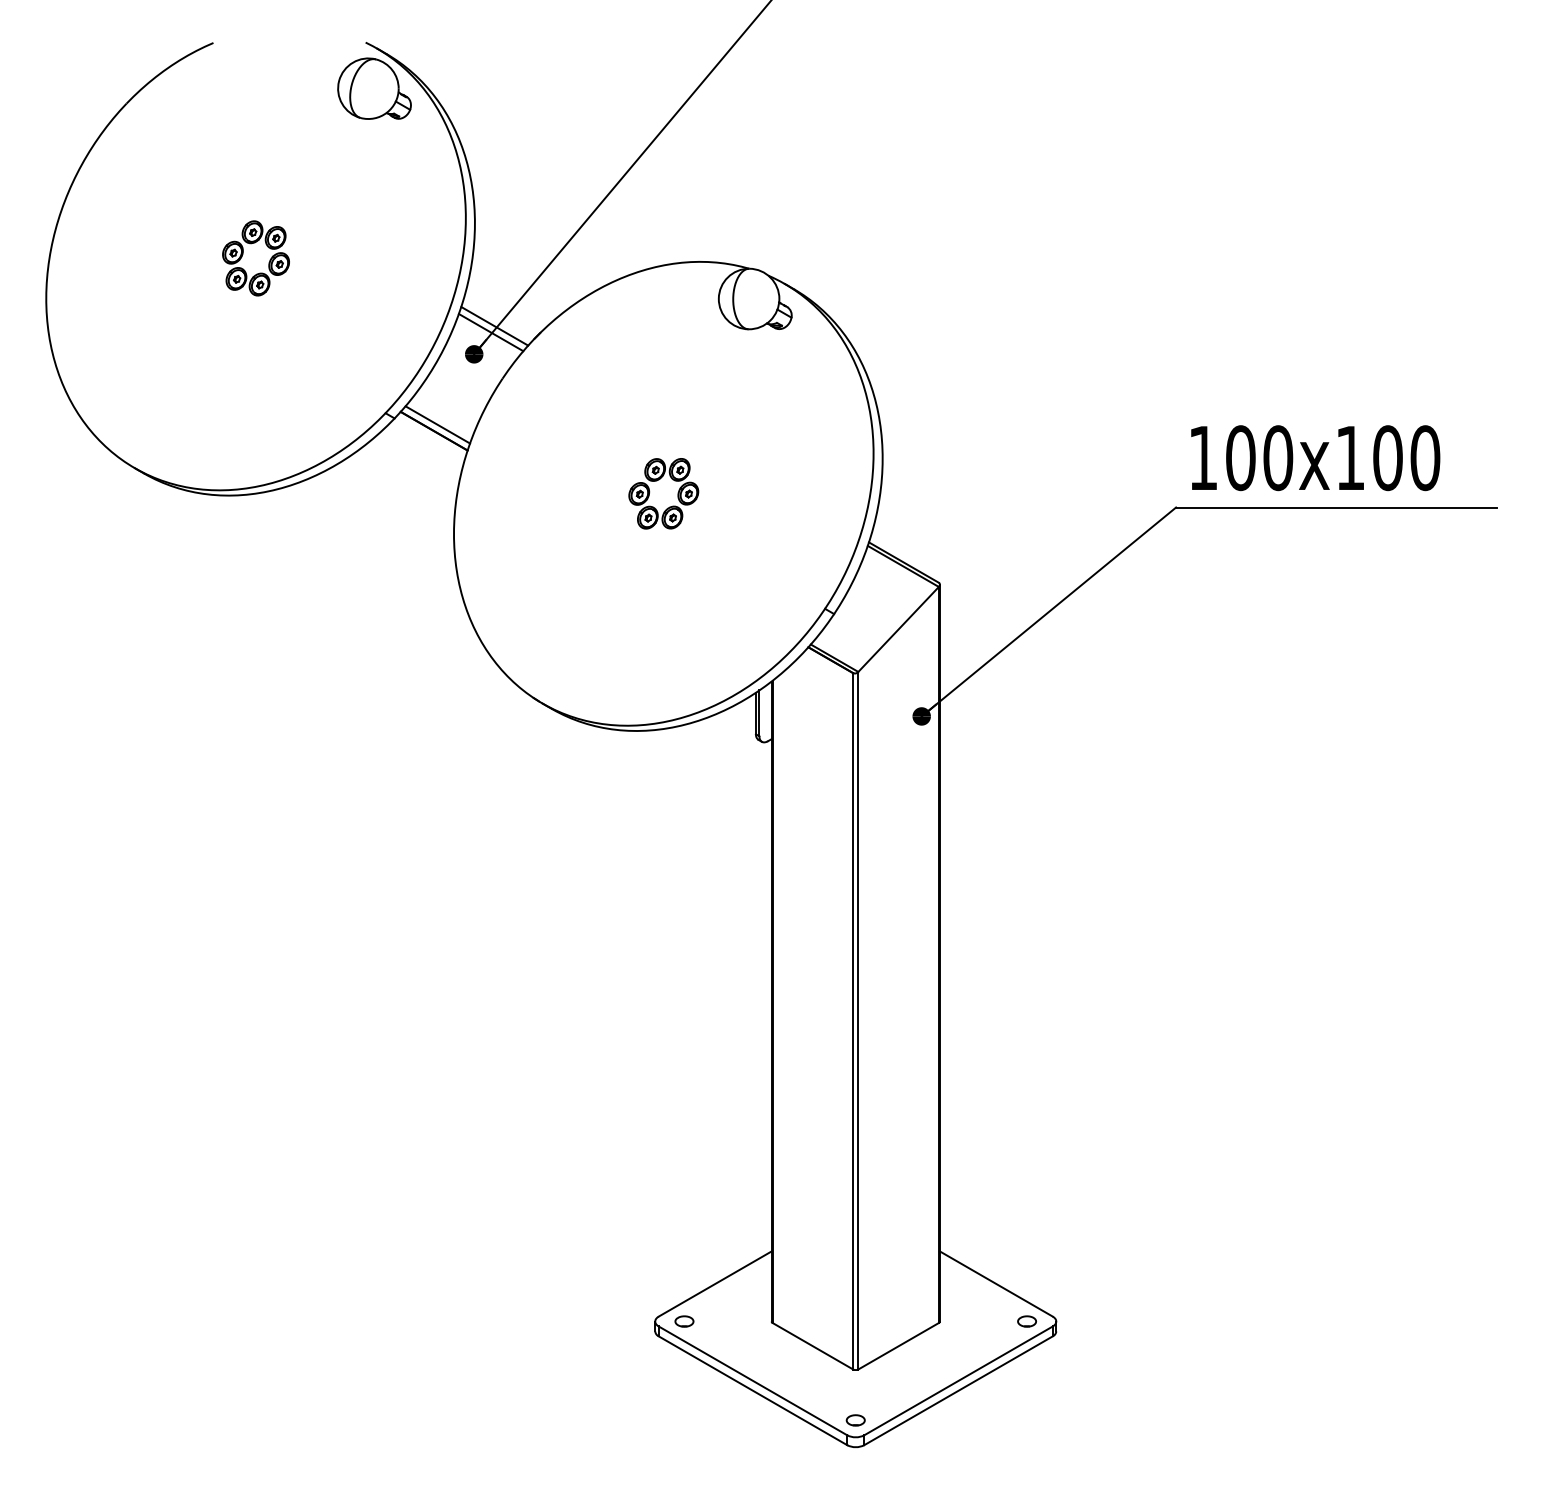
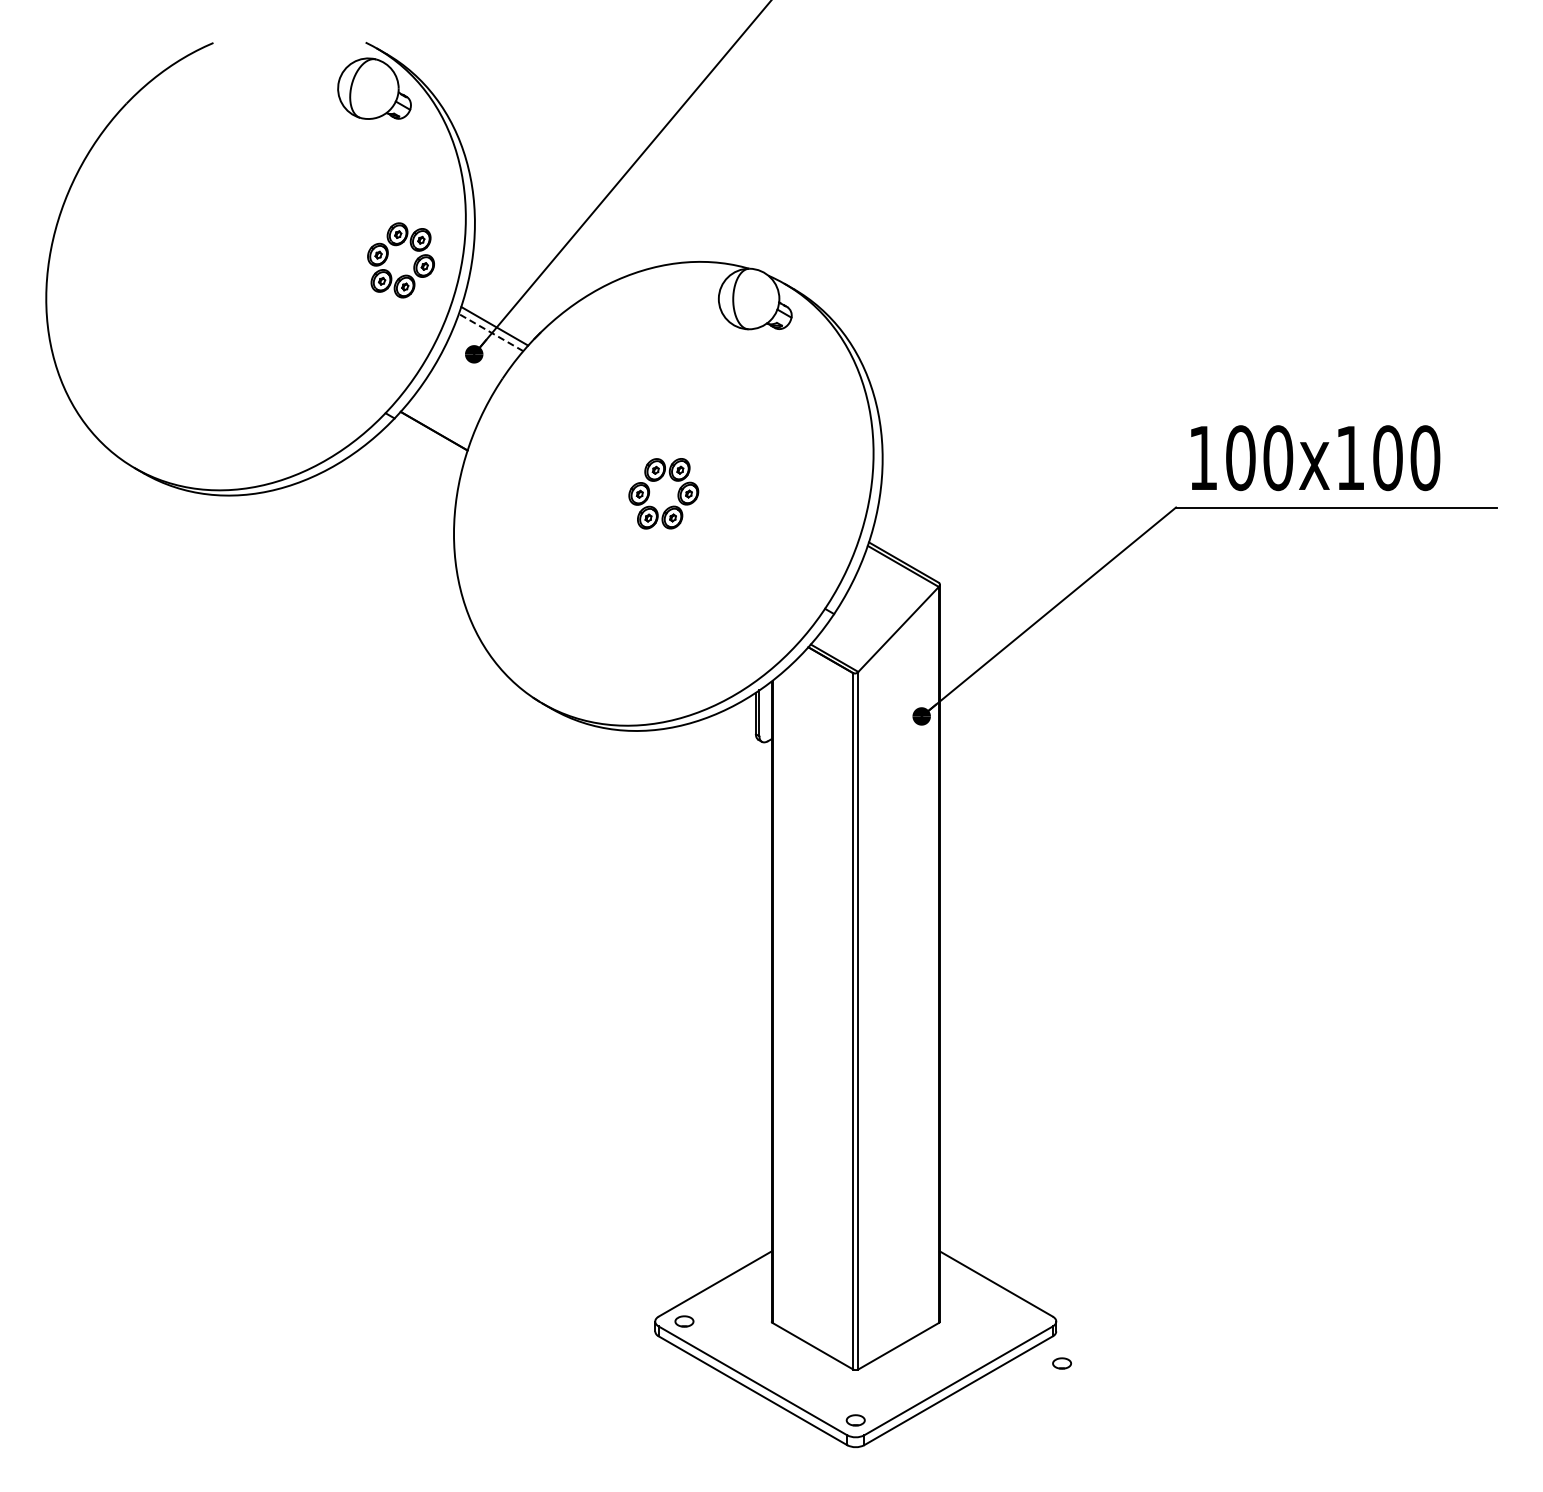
part at (243, 254) position: (243, 254) -> (388, 256)
line at (490, 332): solid -> dashed
line at (437, 424): present -> none
part at (1026, 1321) position: (1026, 1321) -> (1061, 1363)
